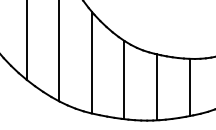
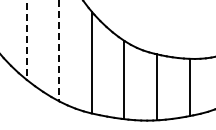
line at (26, 40): solid -> dashed
line at (59, 51): solid -> dashed
